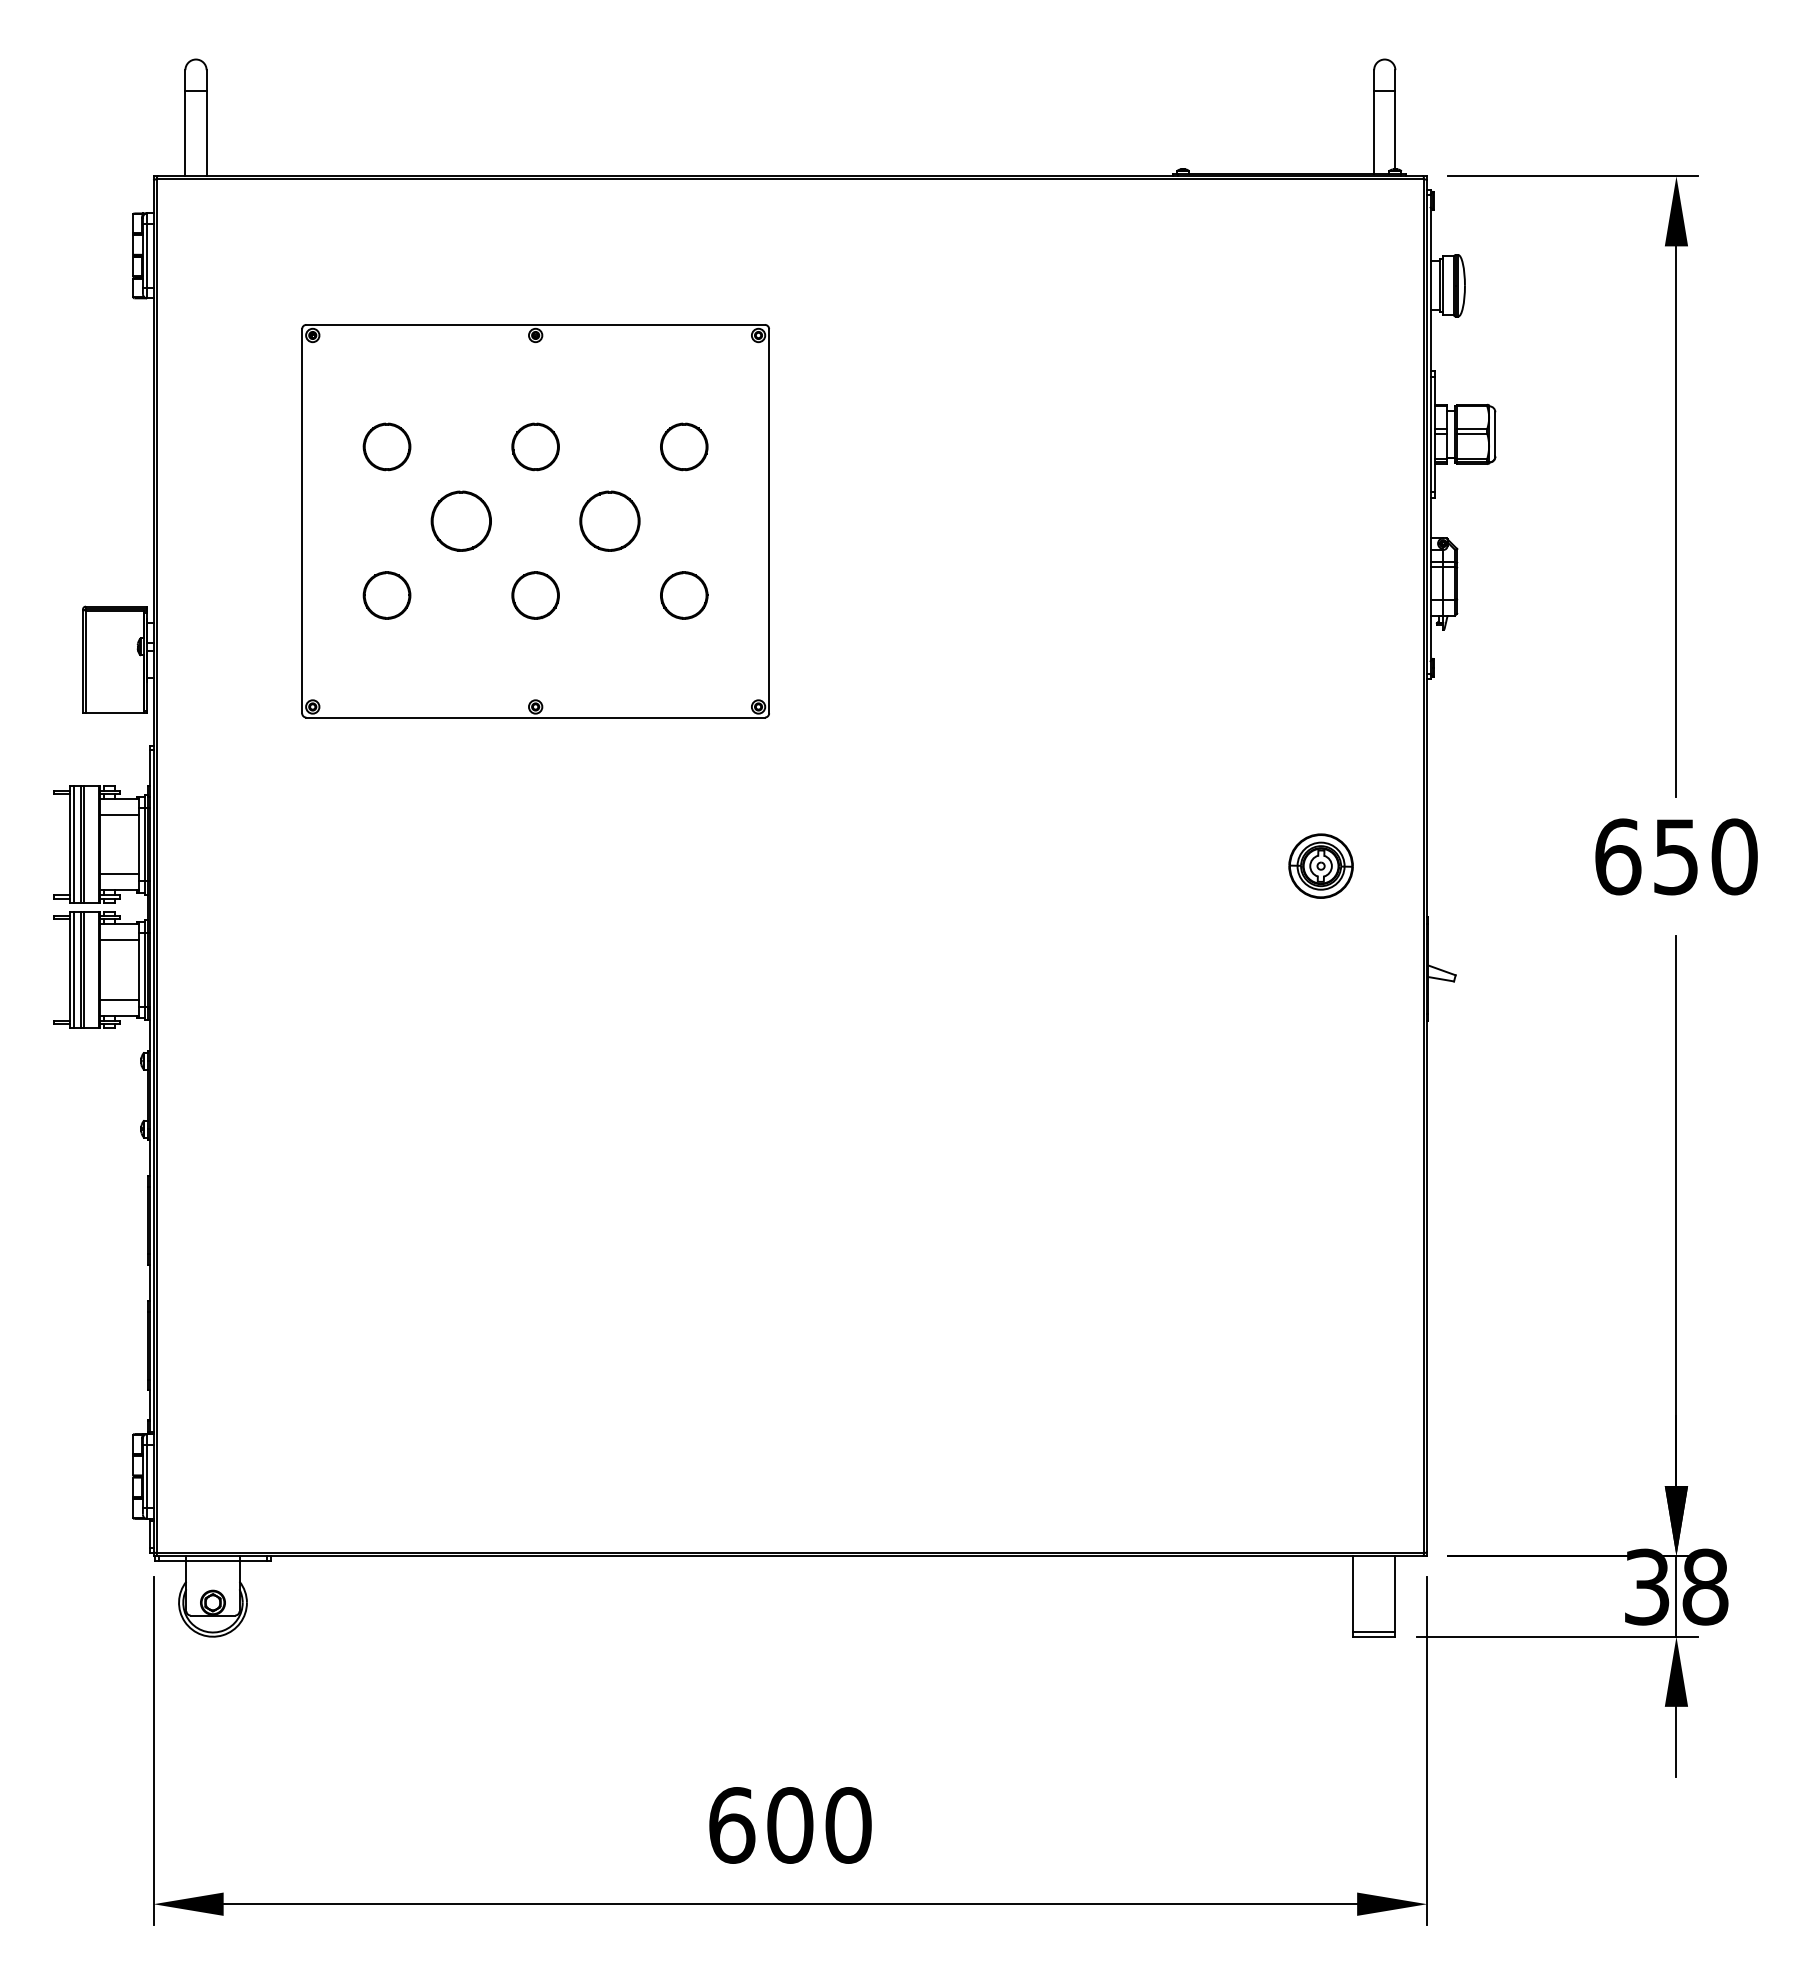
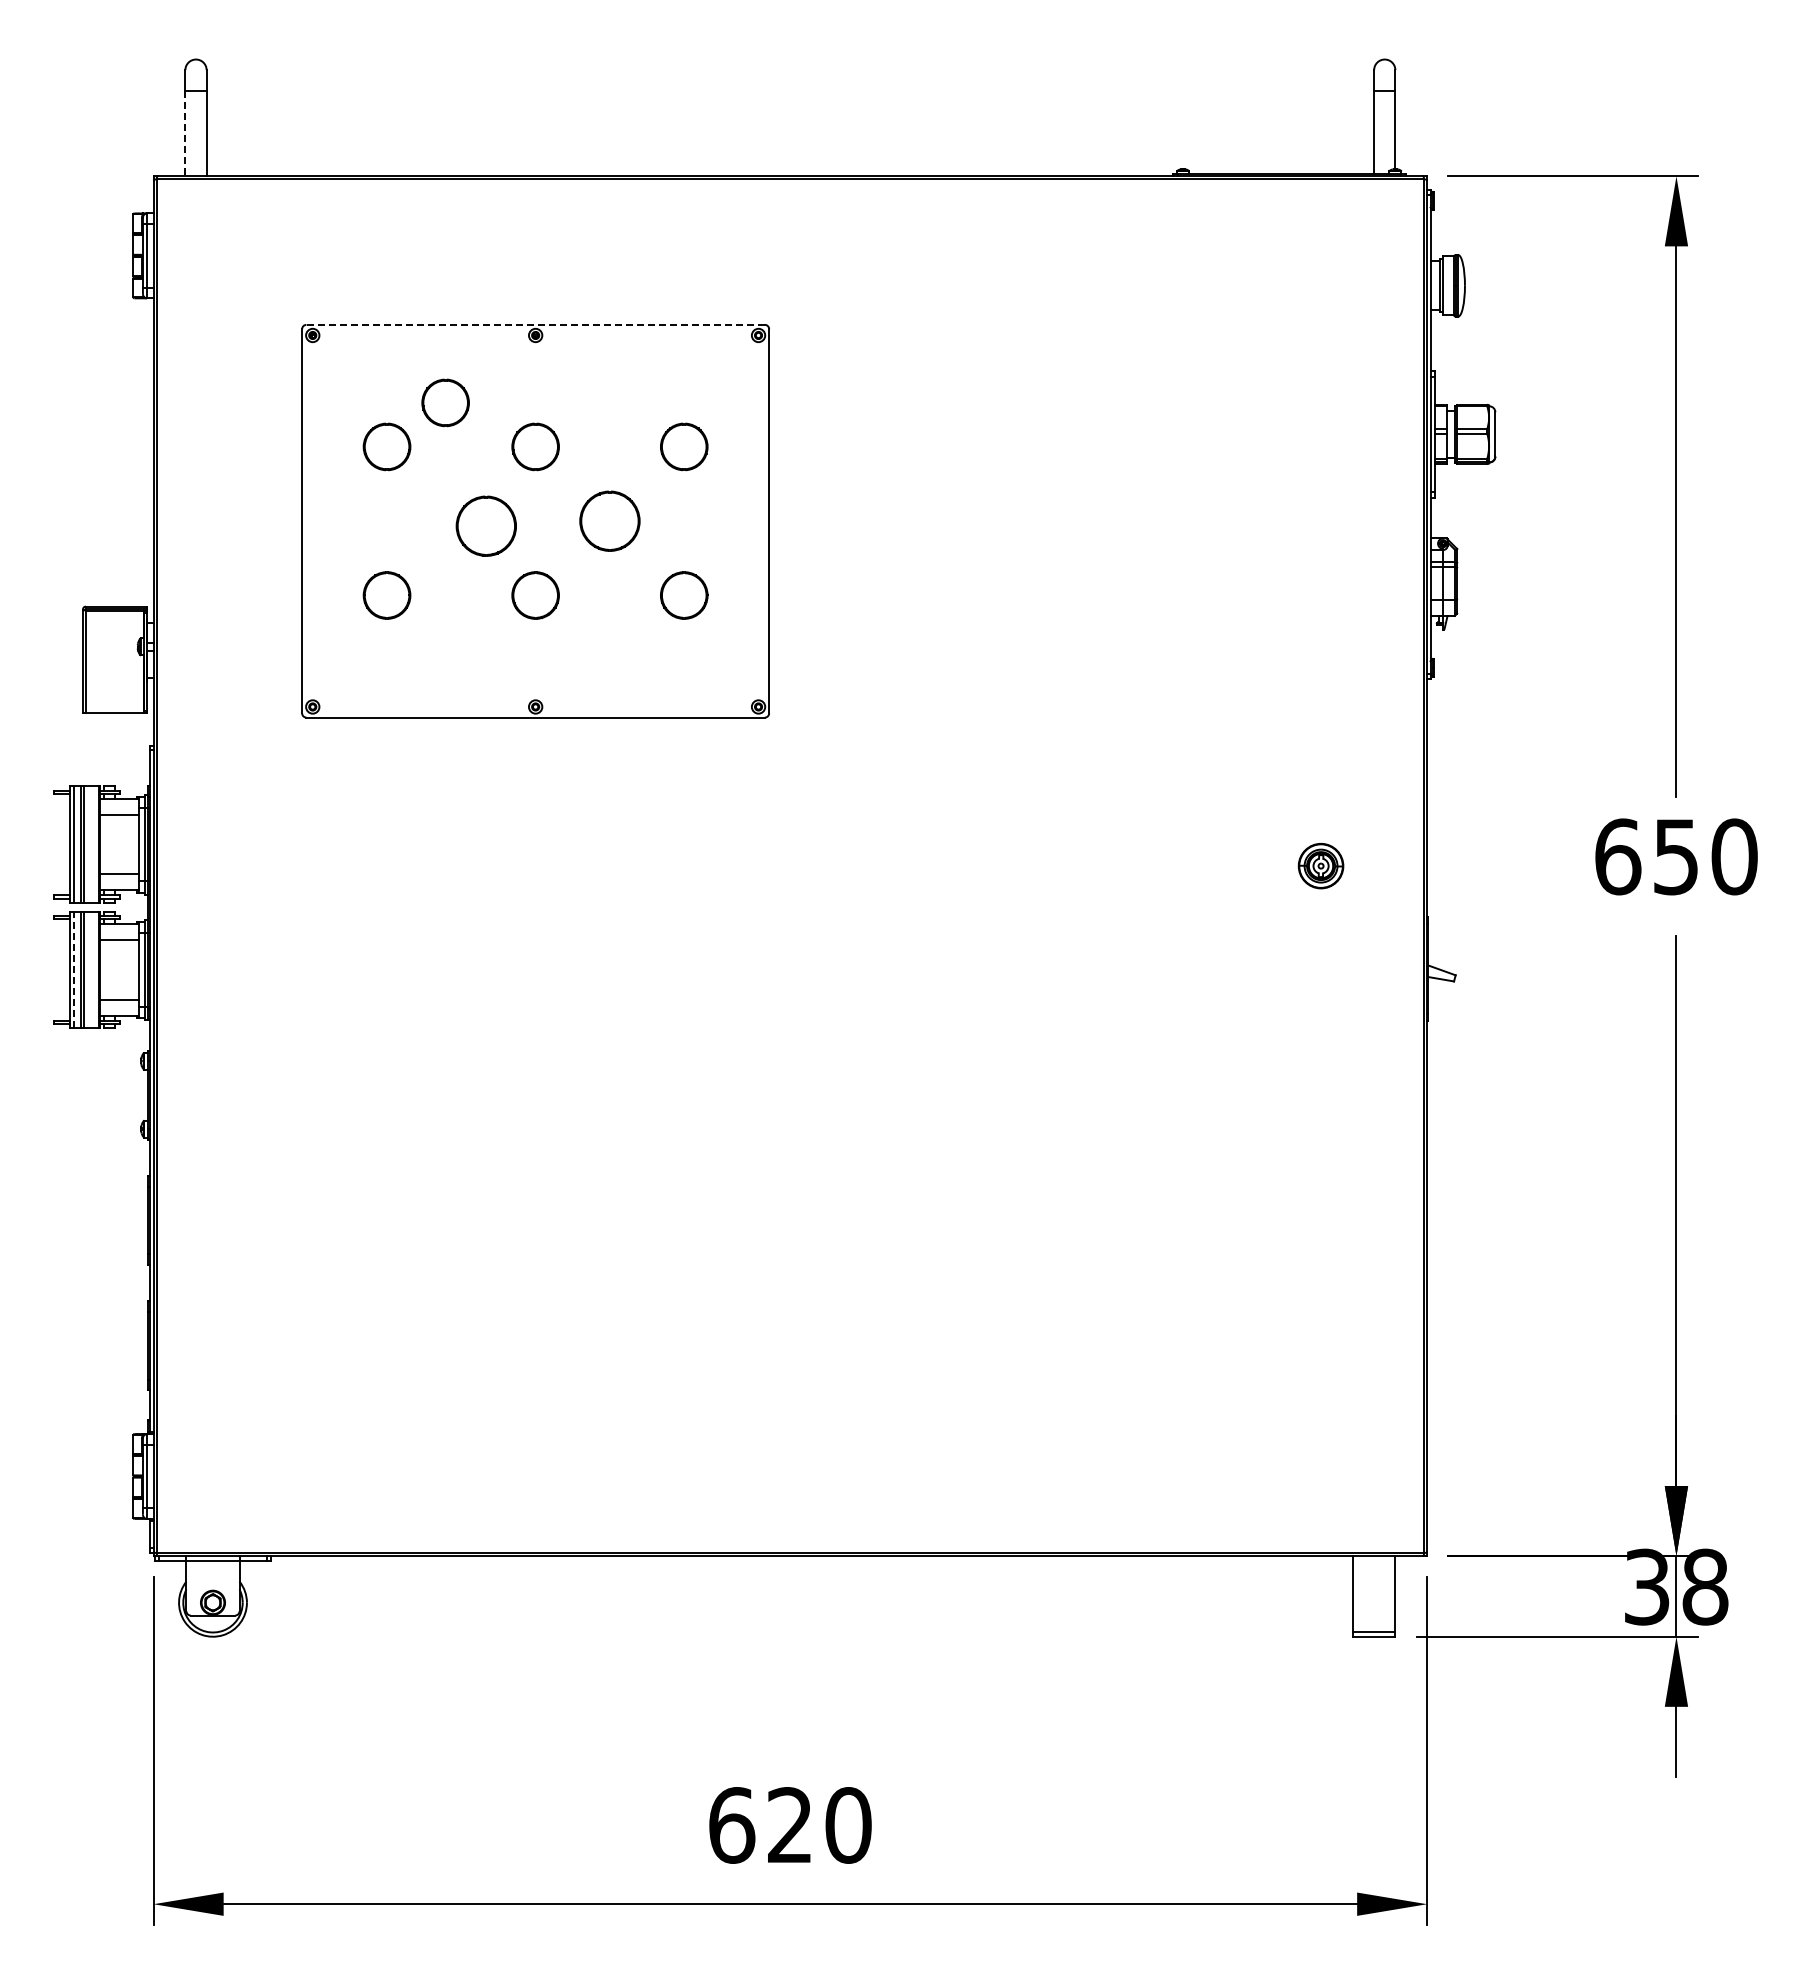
line at (185, 134): solid -> dashed
line at (535, 324): solid -> dashed
part at (445, 402): none -> present
part at (460, 520) position: (460, 520) -> (485, 525)
part at (1320, 865) size: 66x66 px -> 48x47 px
line at (74, 969): solid -> dashed
text at (790, 1825): 600 -> 620
